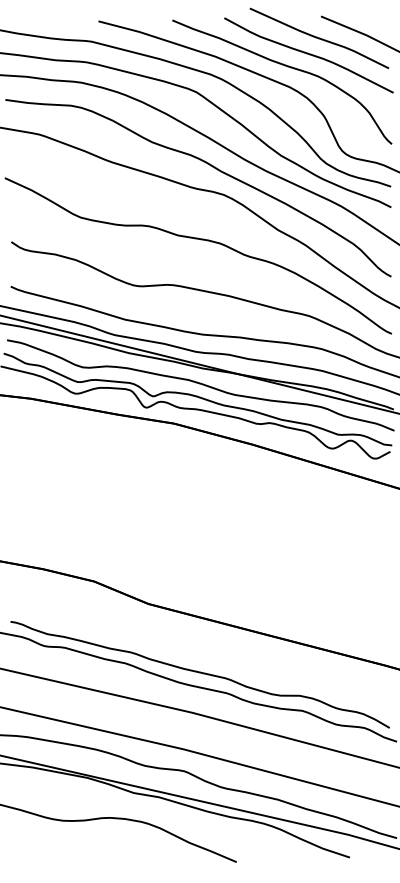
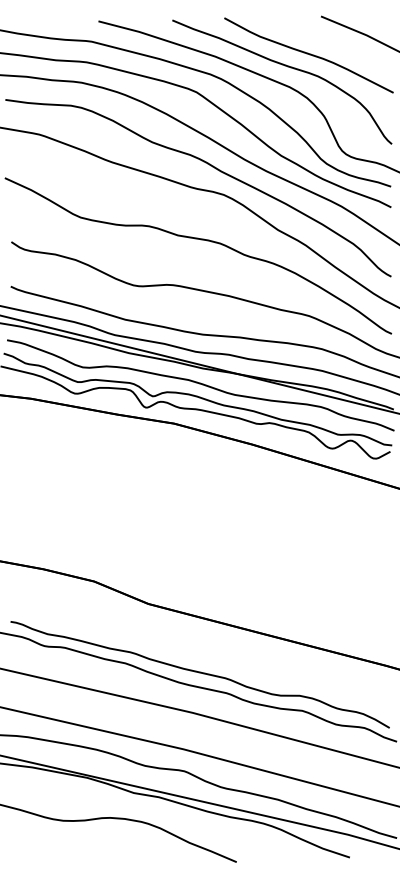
curve at (319, 37): present -> none
